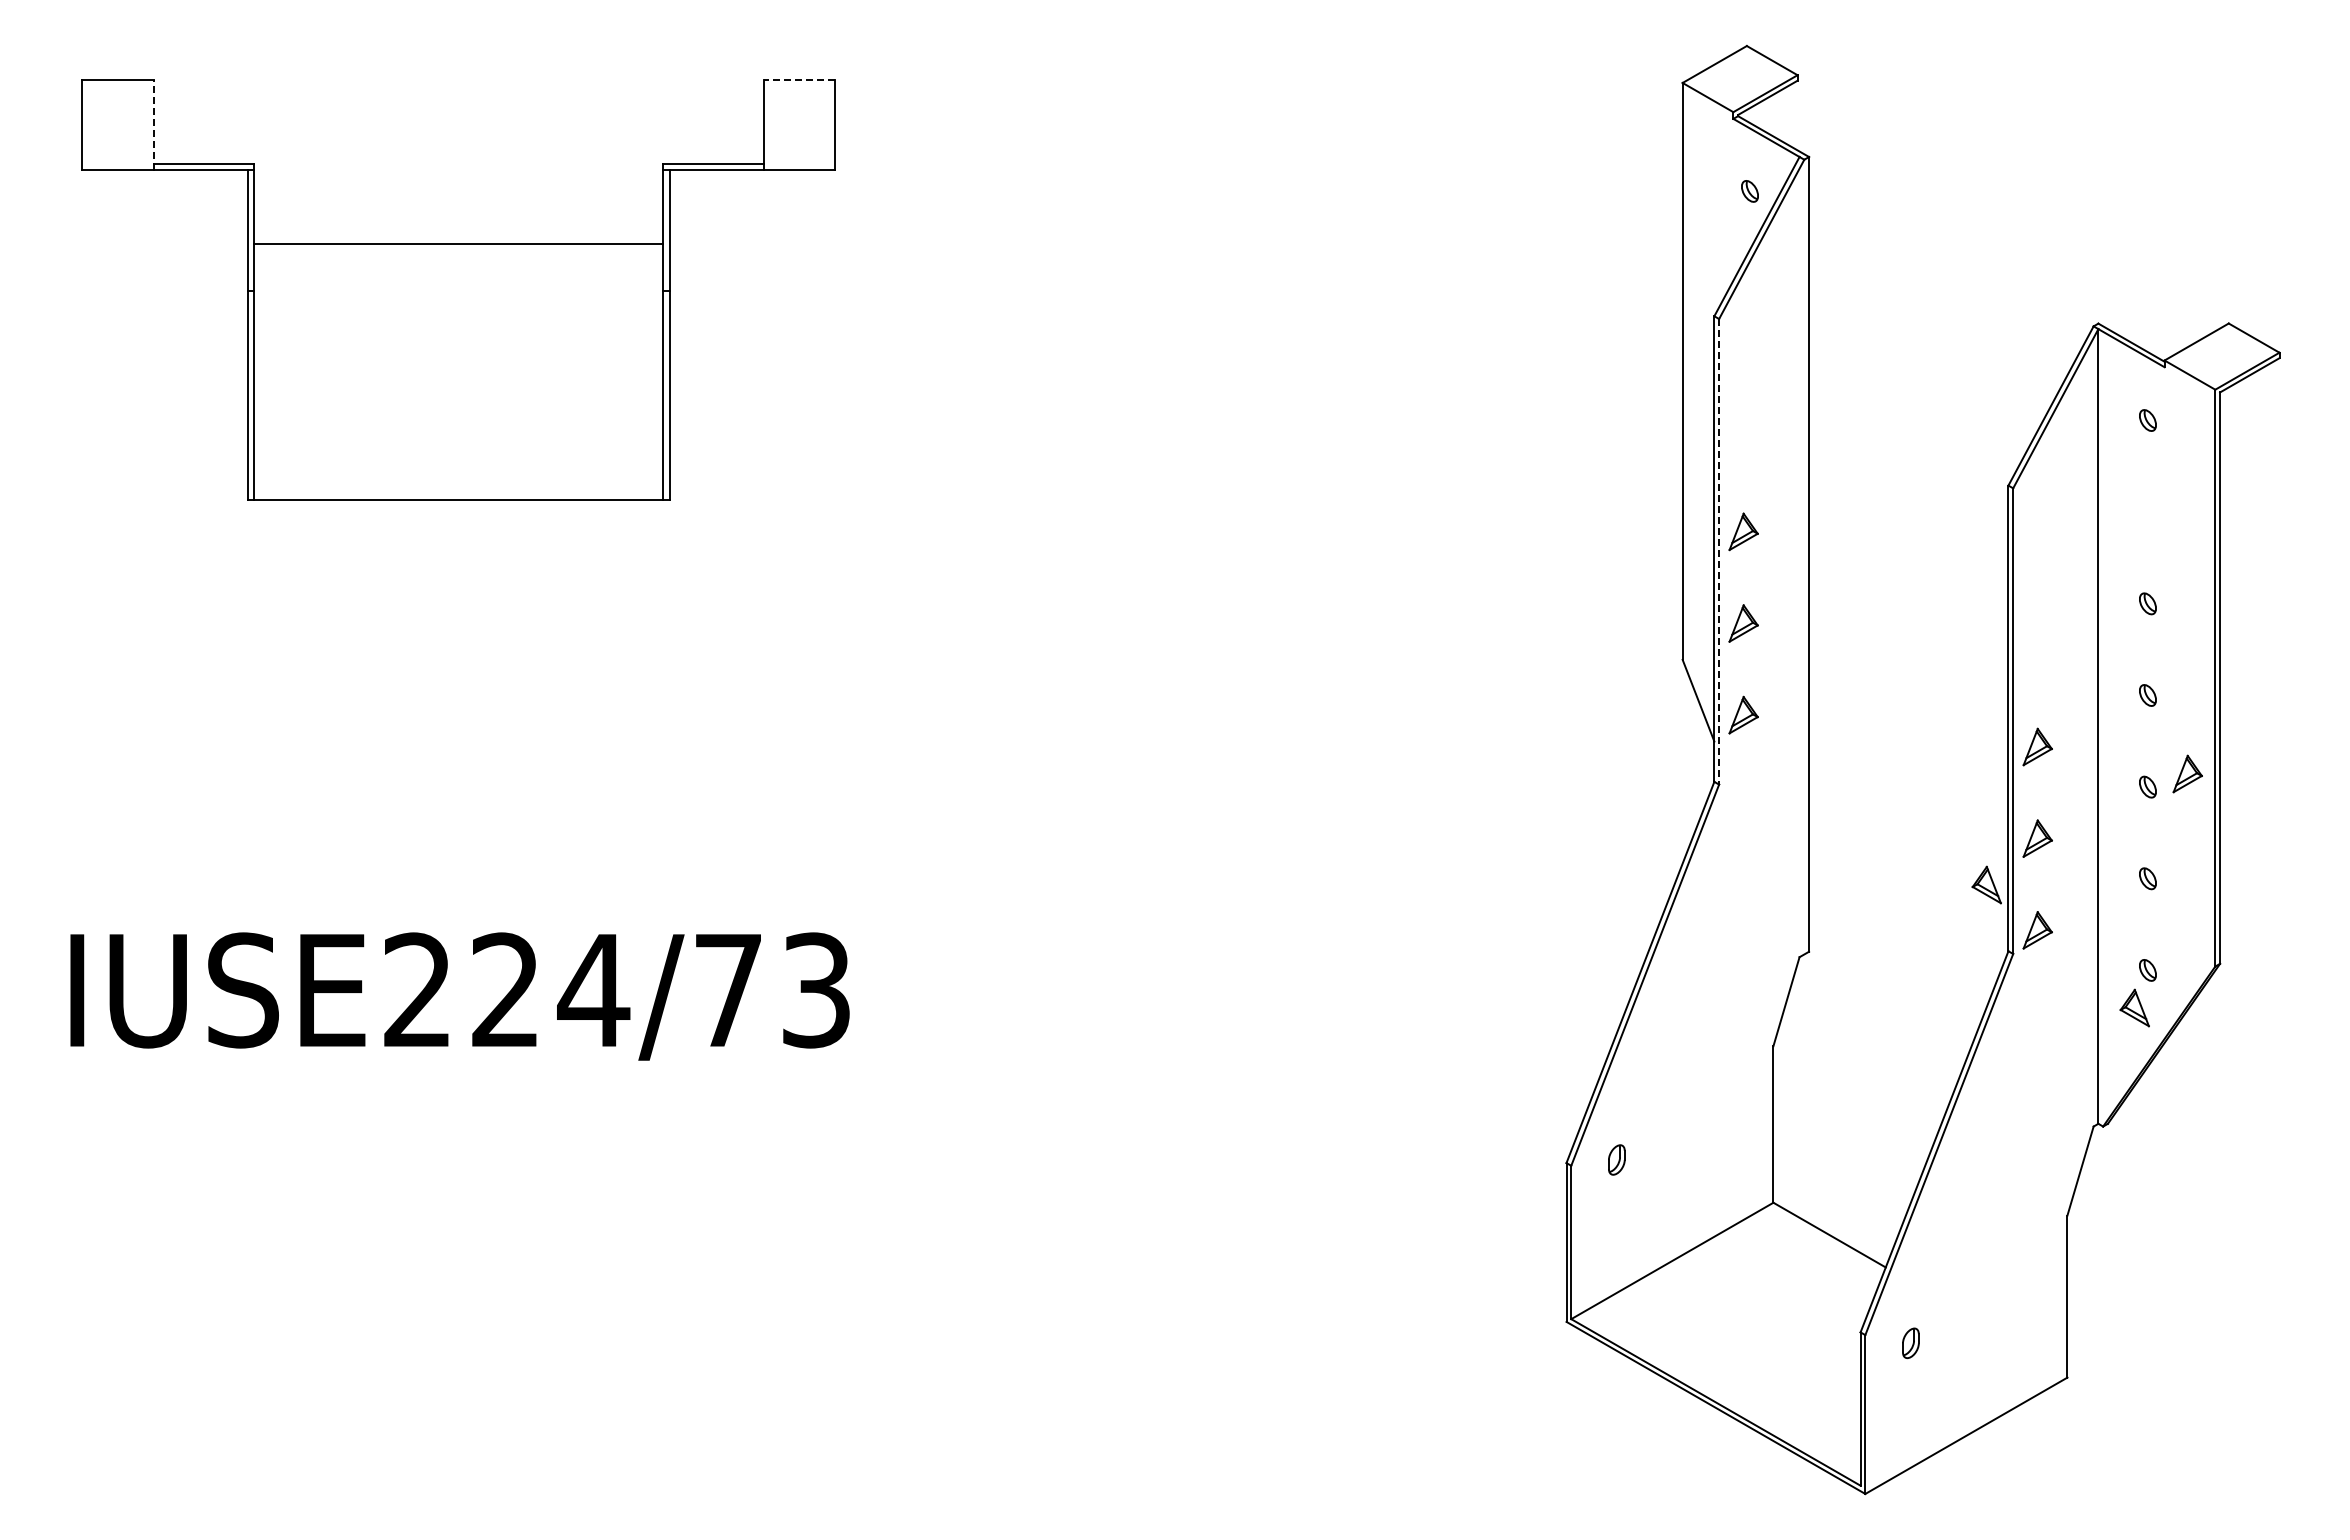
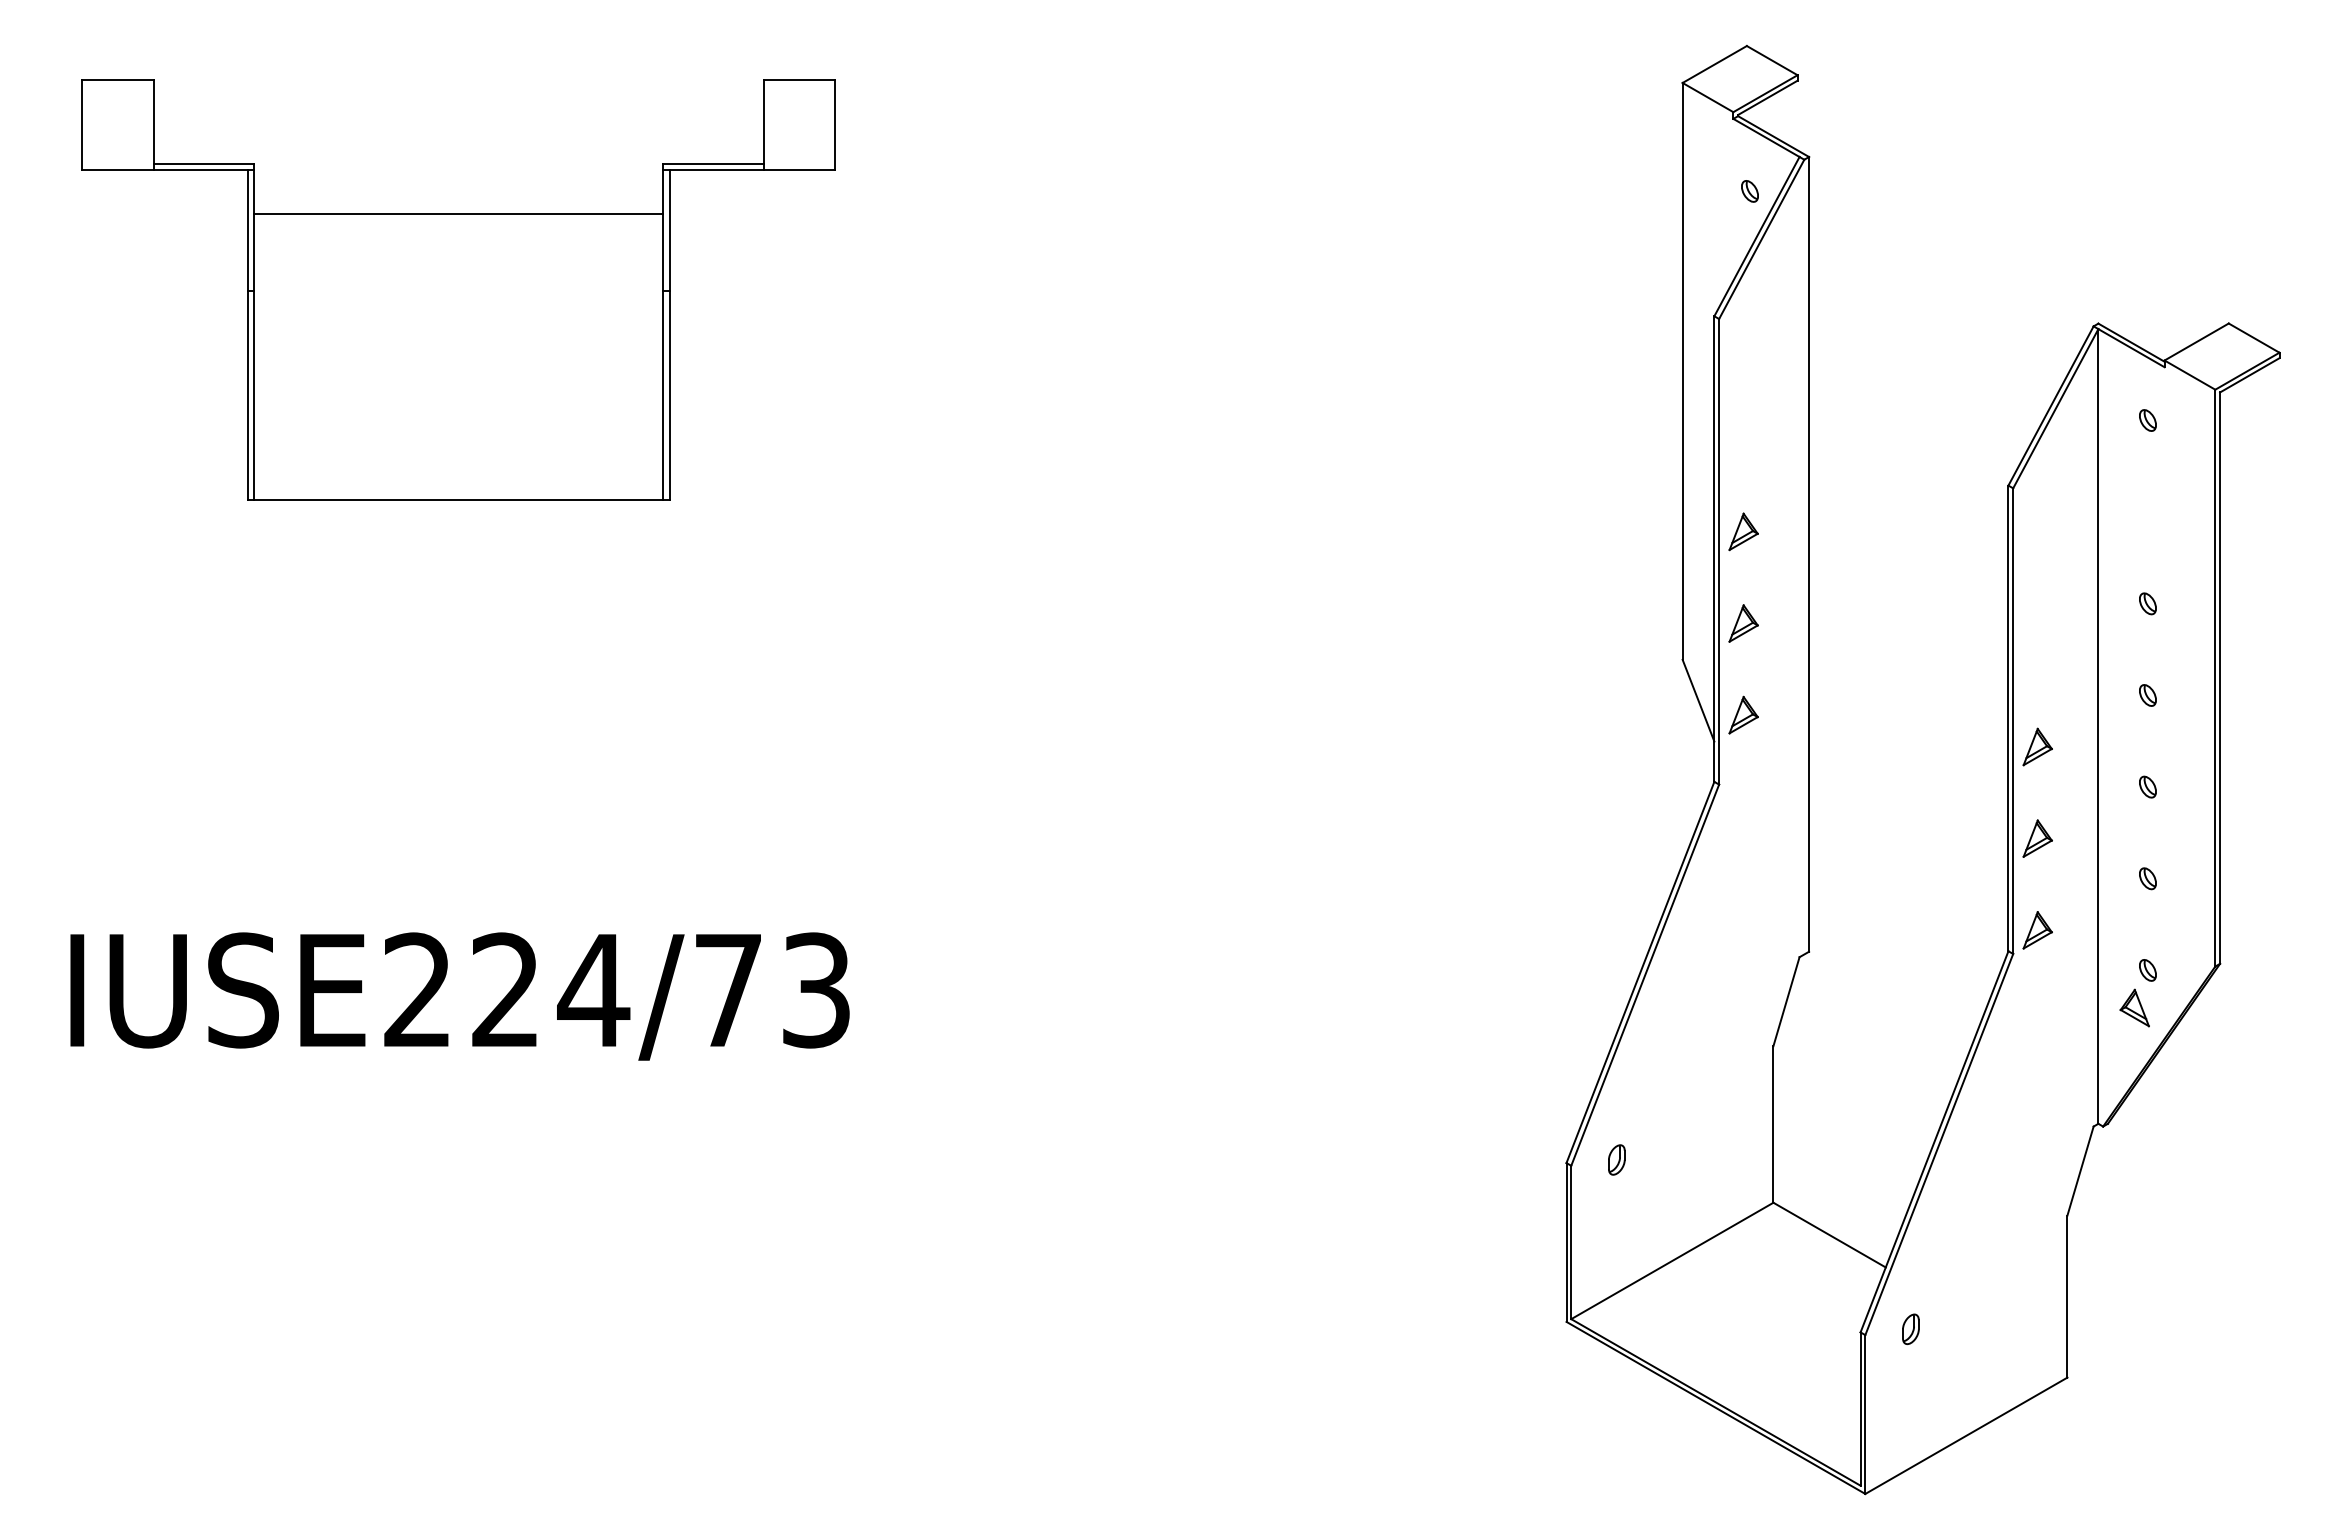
line at (799, 79): dashed -> solid
line at (153, 124): dashed -> solid
line at (458, 244) position: (458, 244) -> (458, 214)
line at (1719, 551): dashed -> solid
part at (2187, 773): present -> none
part at (1986, 884): present -> none
part at (1910, 1343) position: (1910, 1343) -> (1910, 1329)
